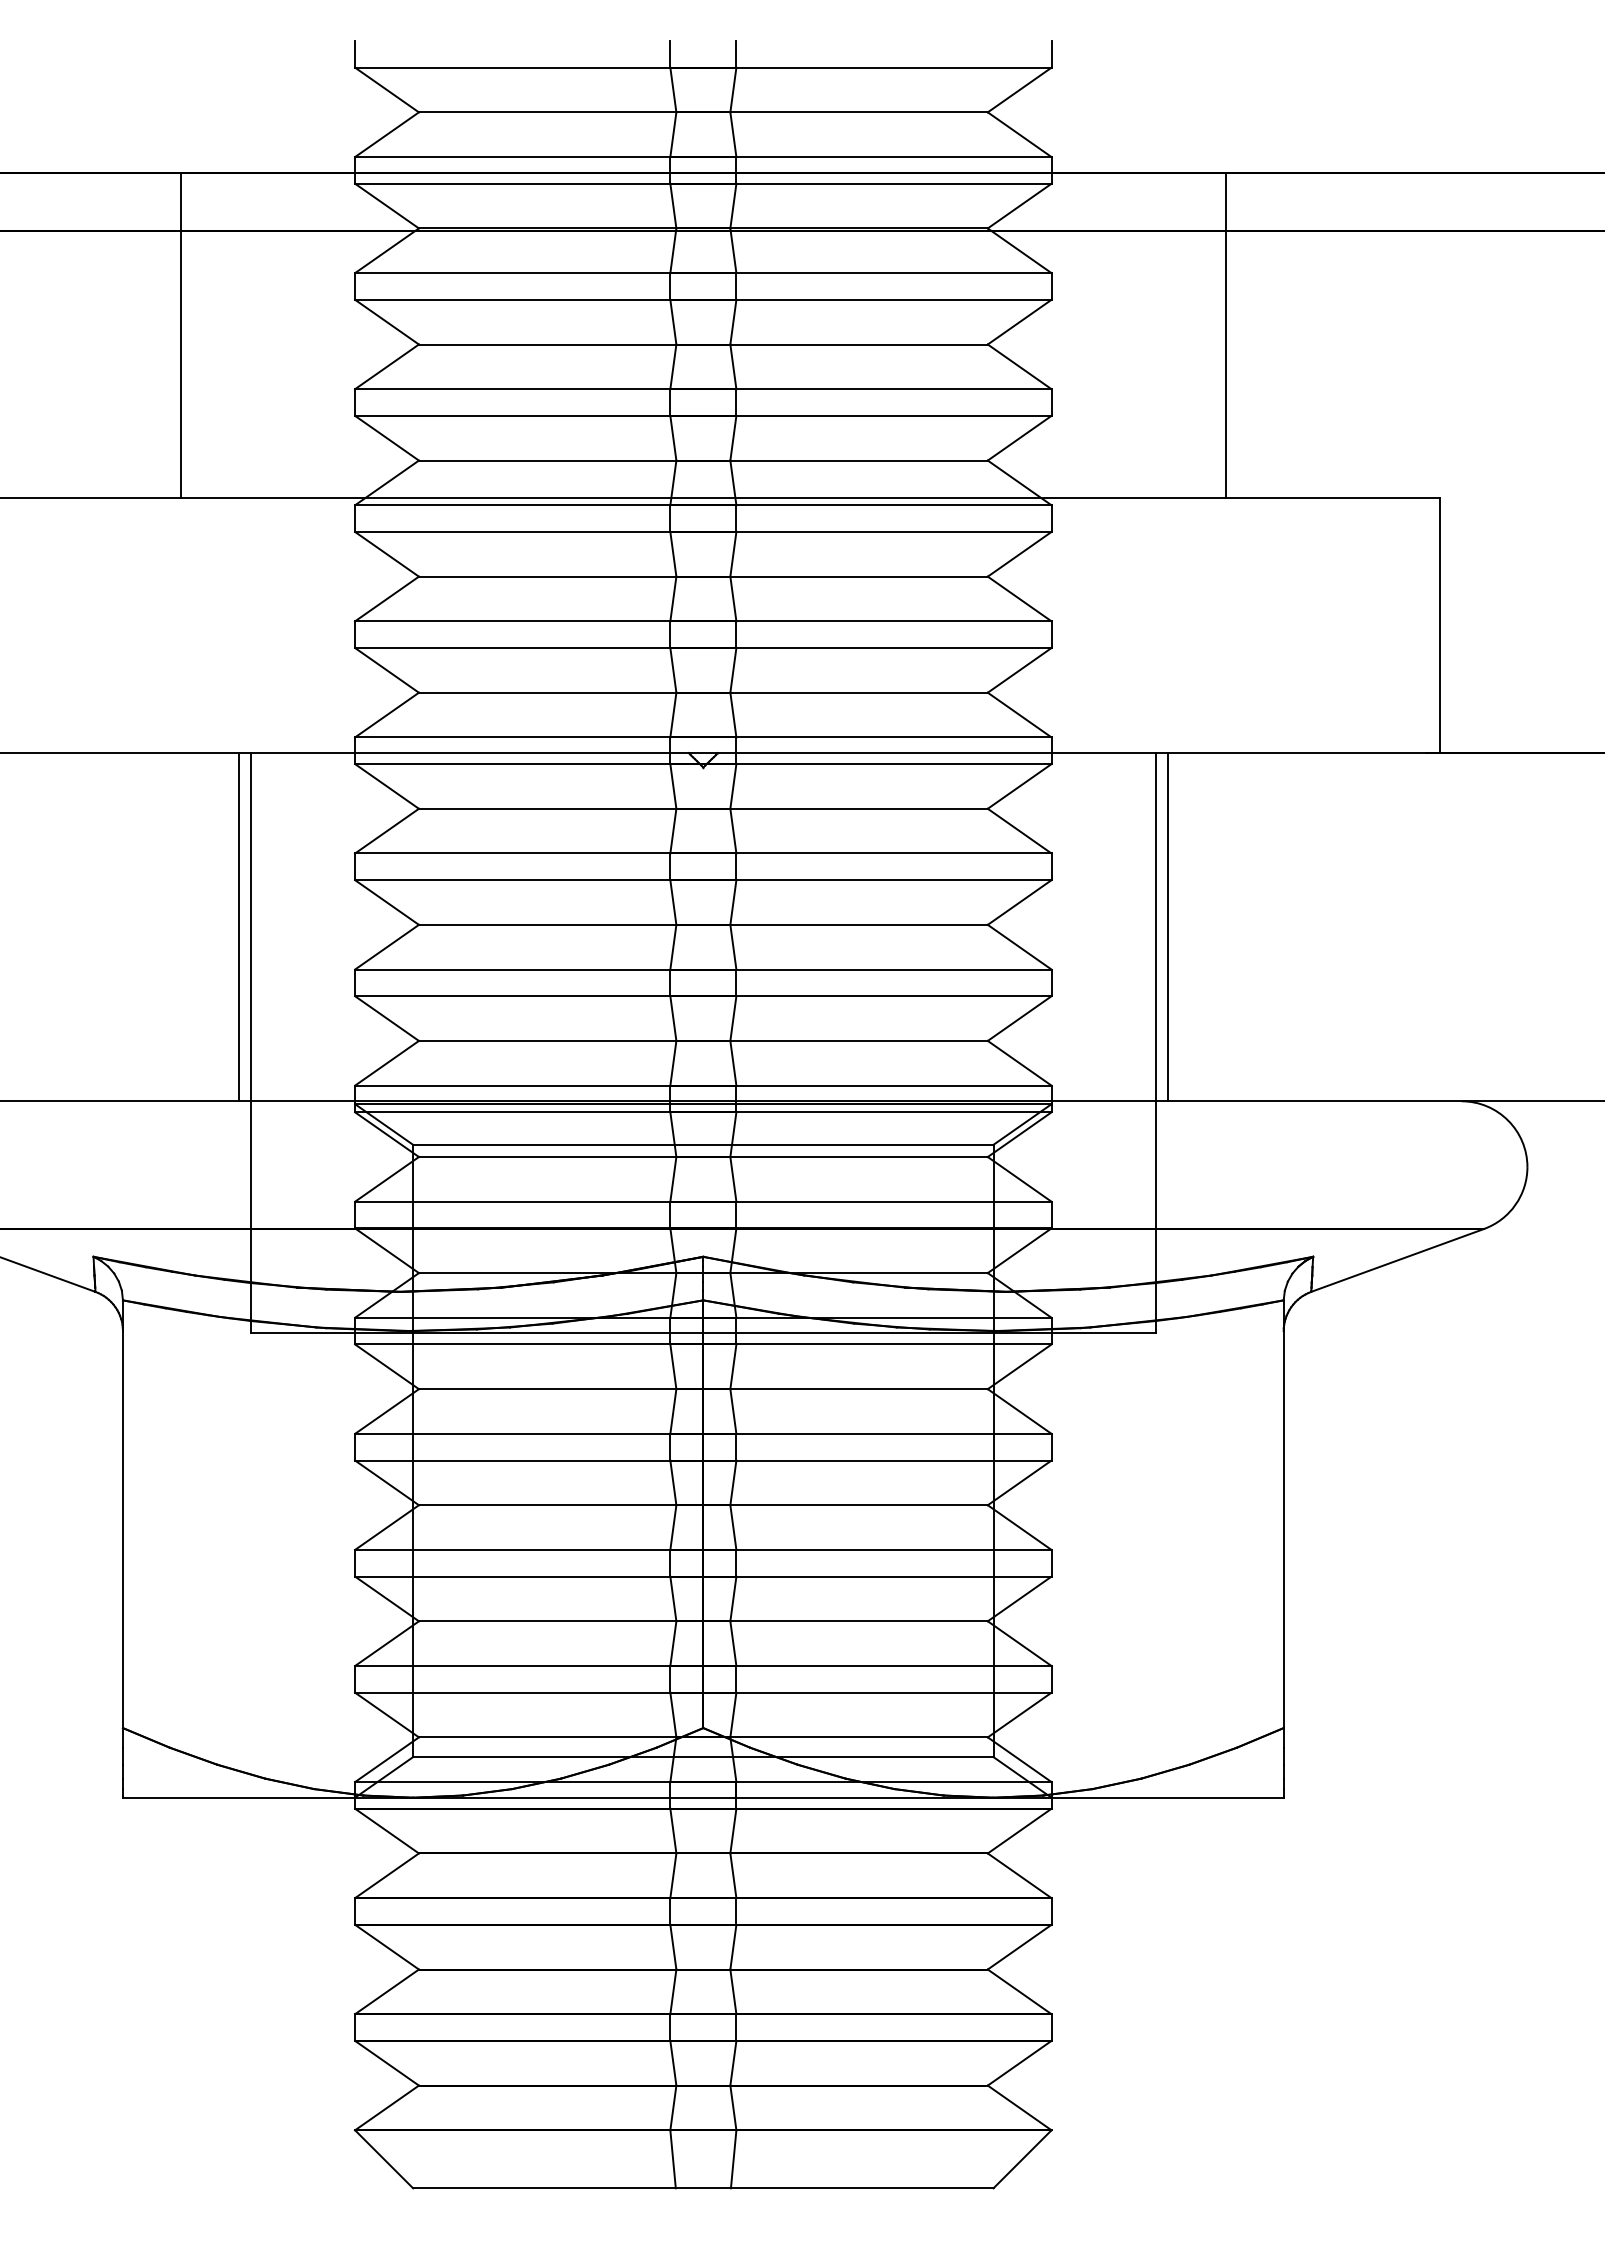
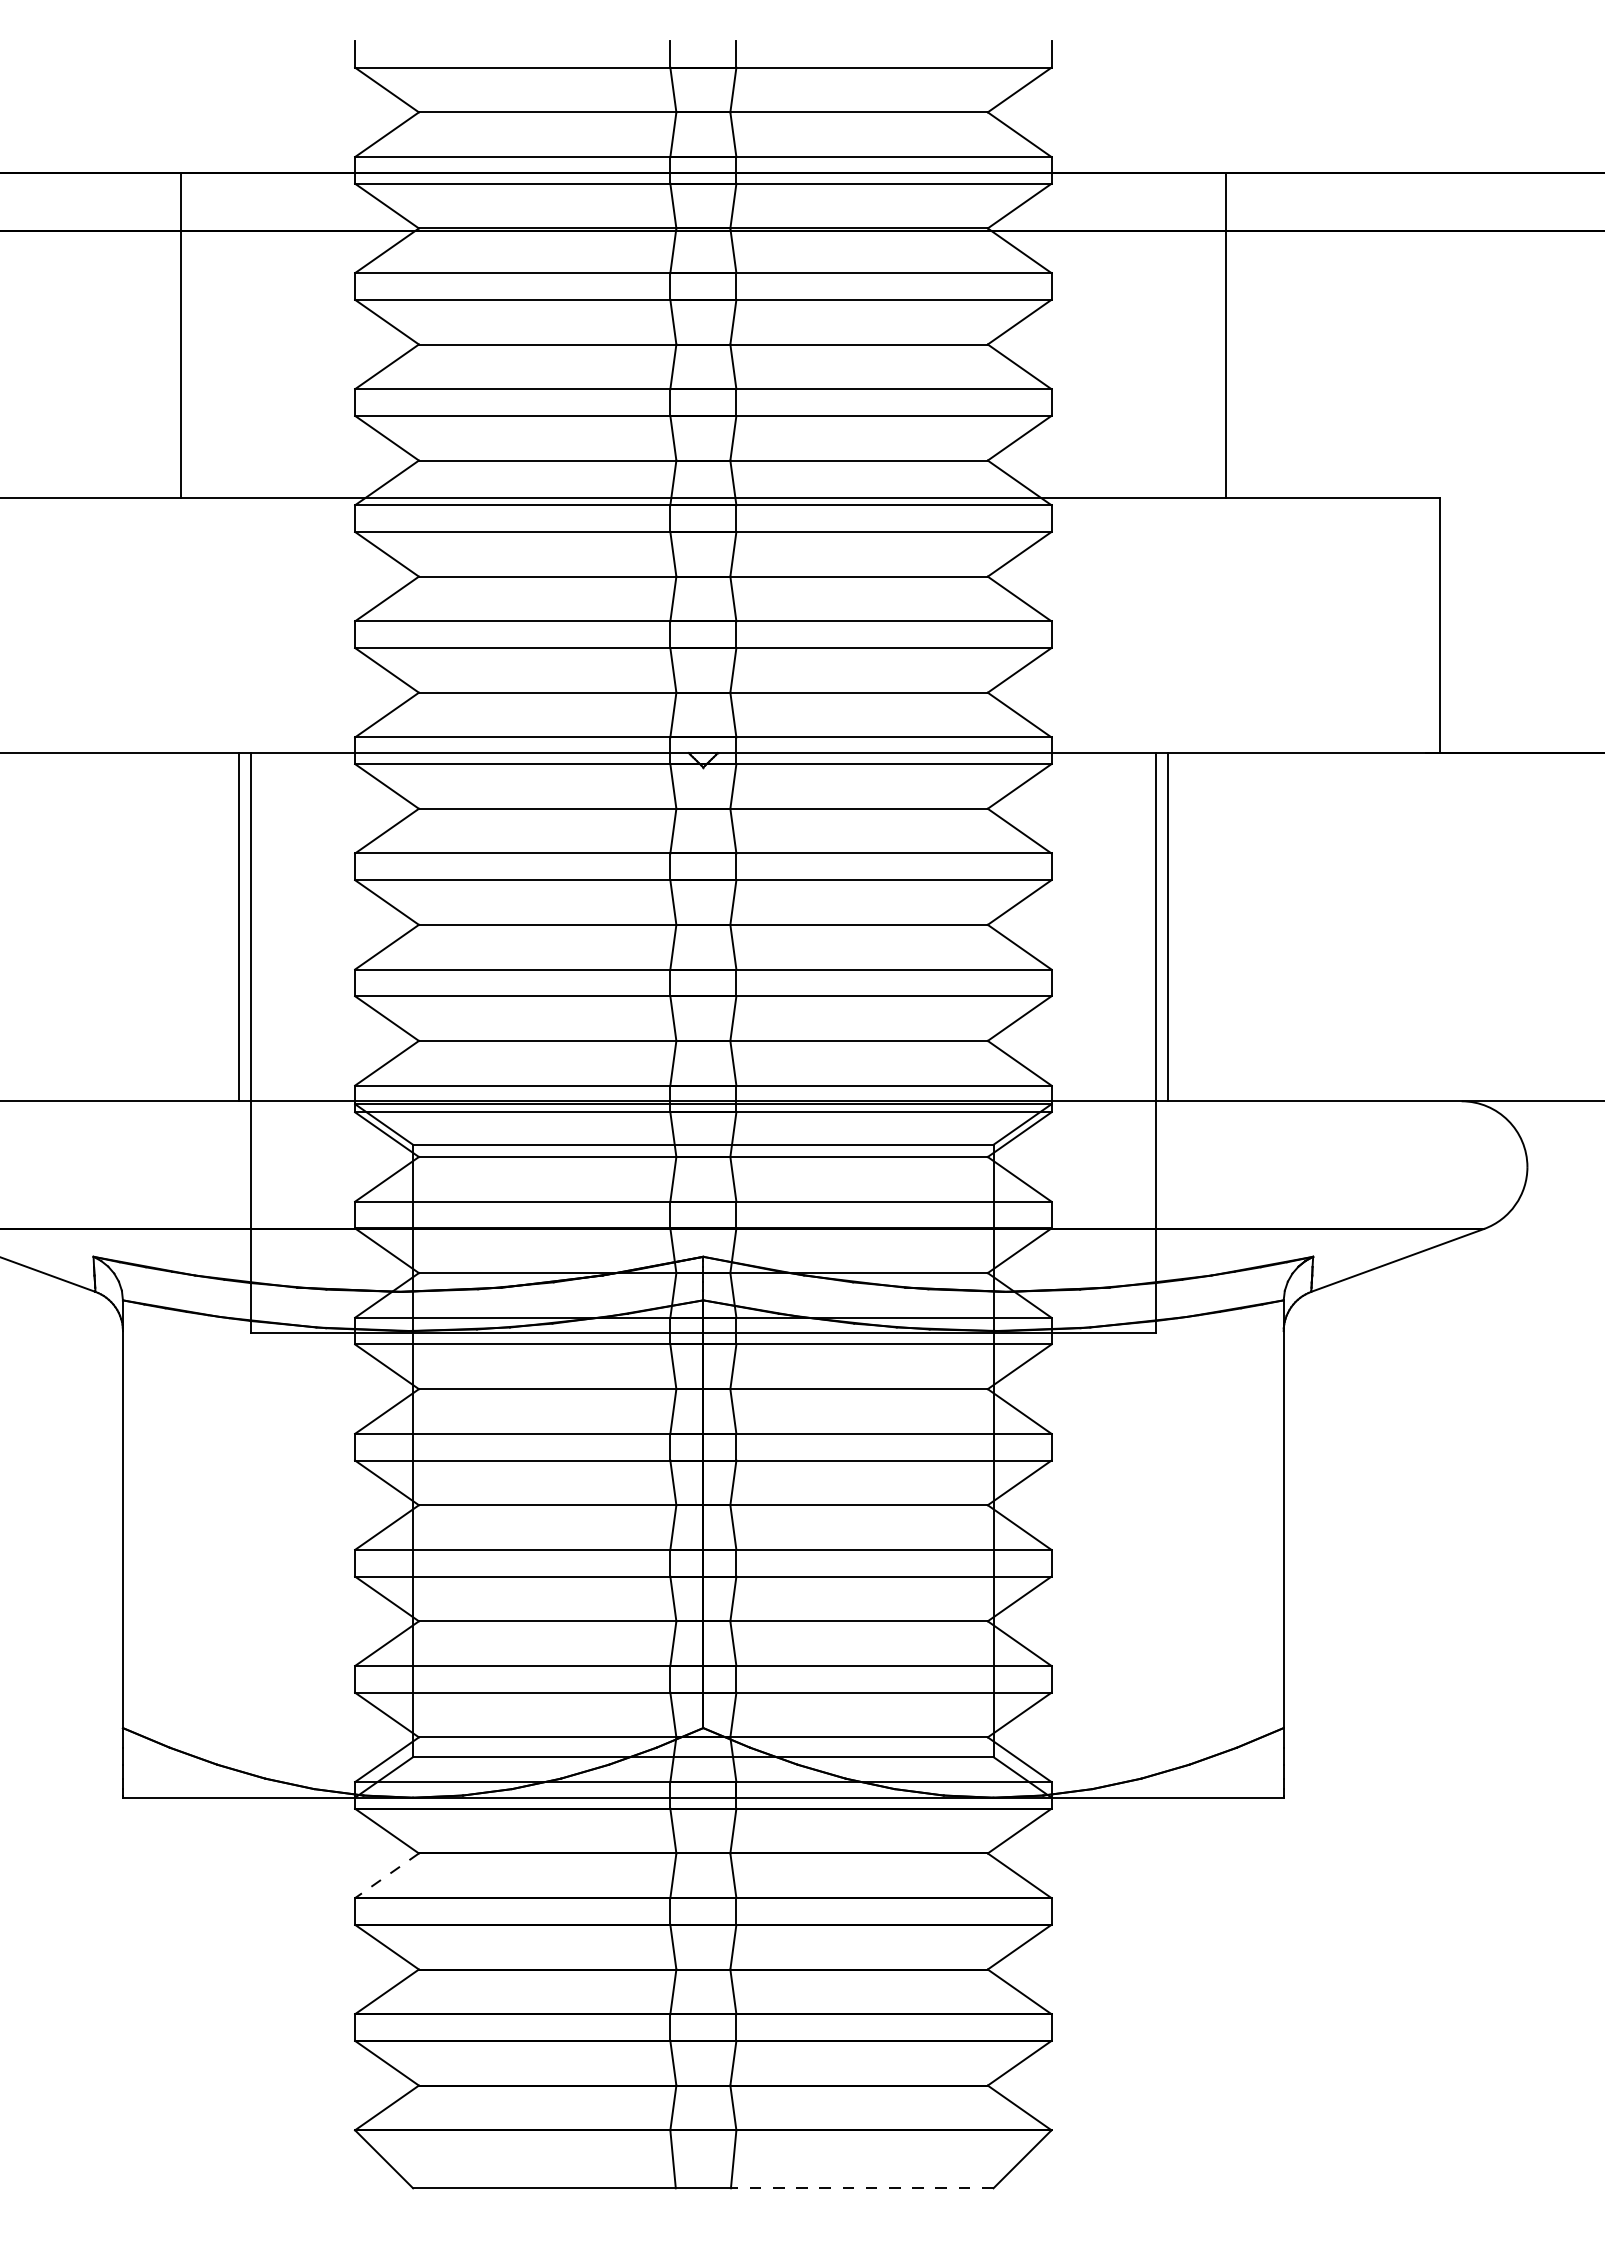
line at (387, 1875): solid -> dashed
line at (861, 2188): solid -> dashed
